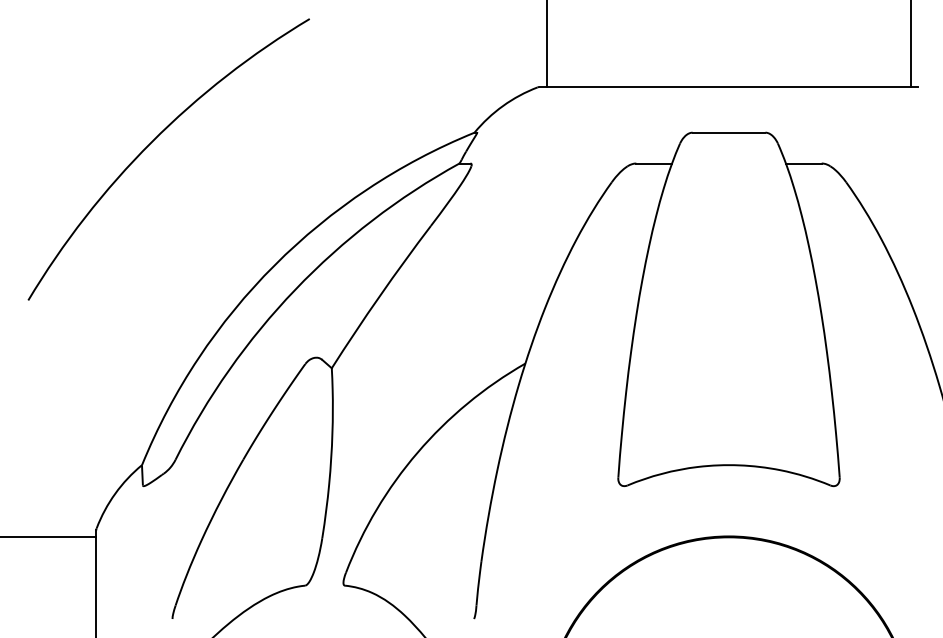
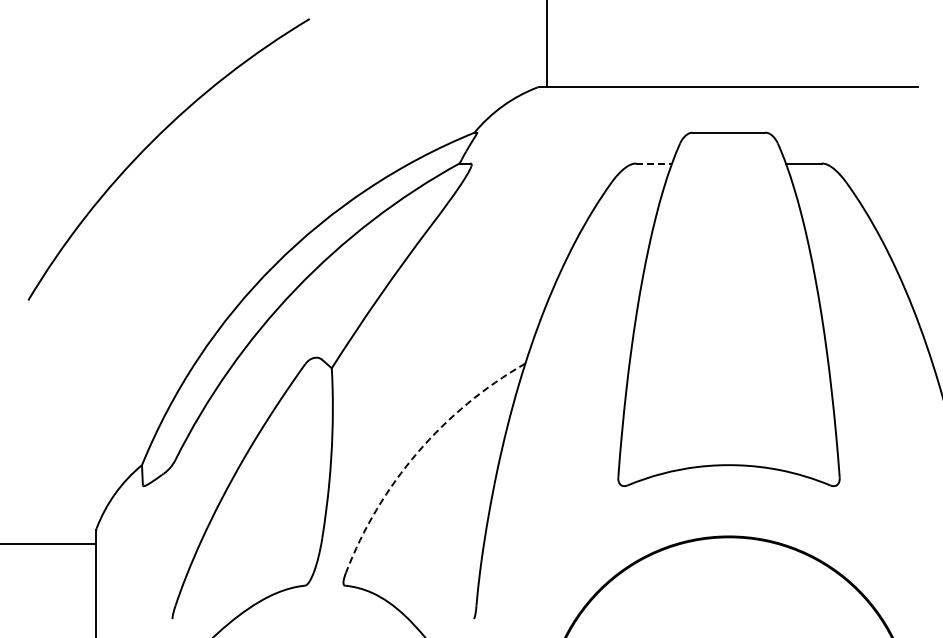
line at (911, 44): present -> none
line at (654, 163): solid -> dashed
arc at (417, 452): solid -> dashed
line at (49, 537) position: (49, 537) -> (49, 544)
